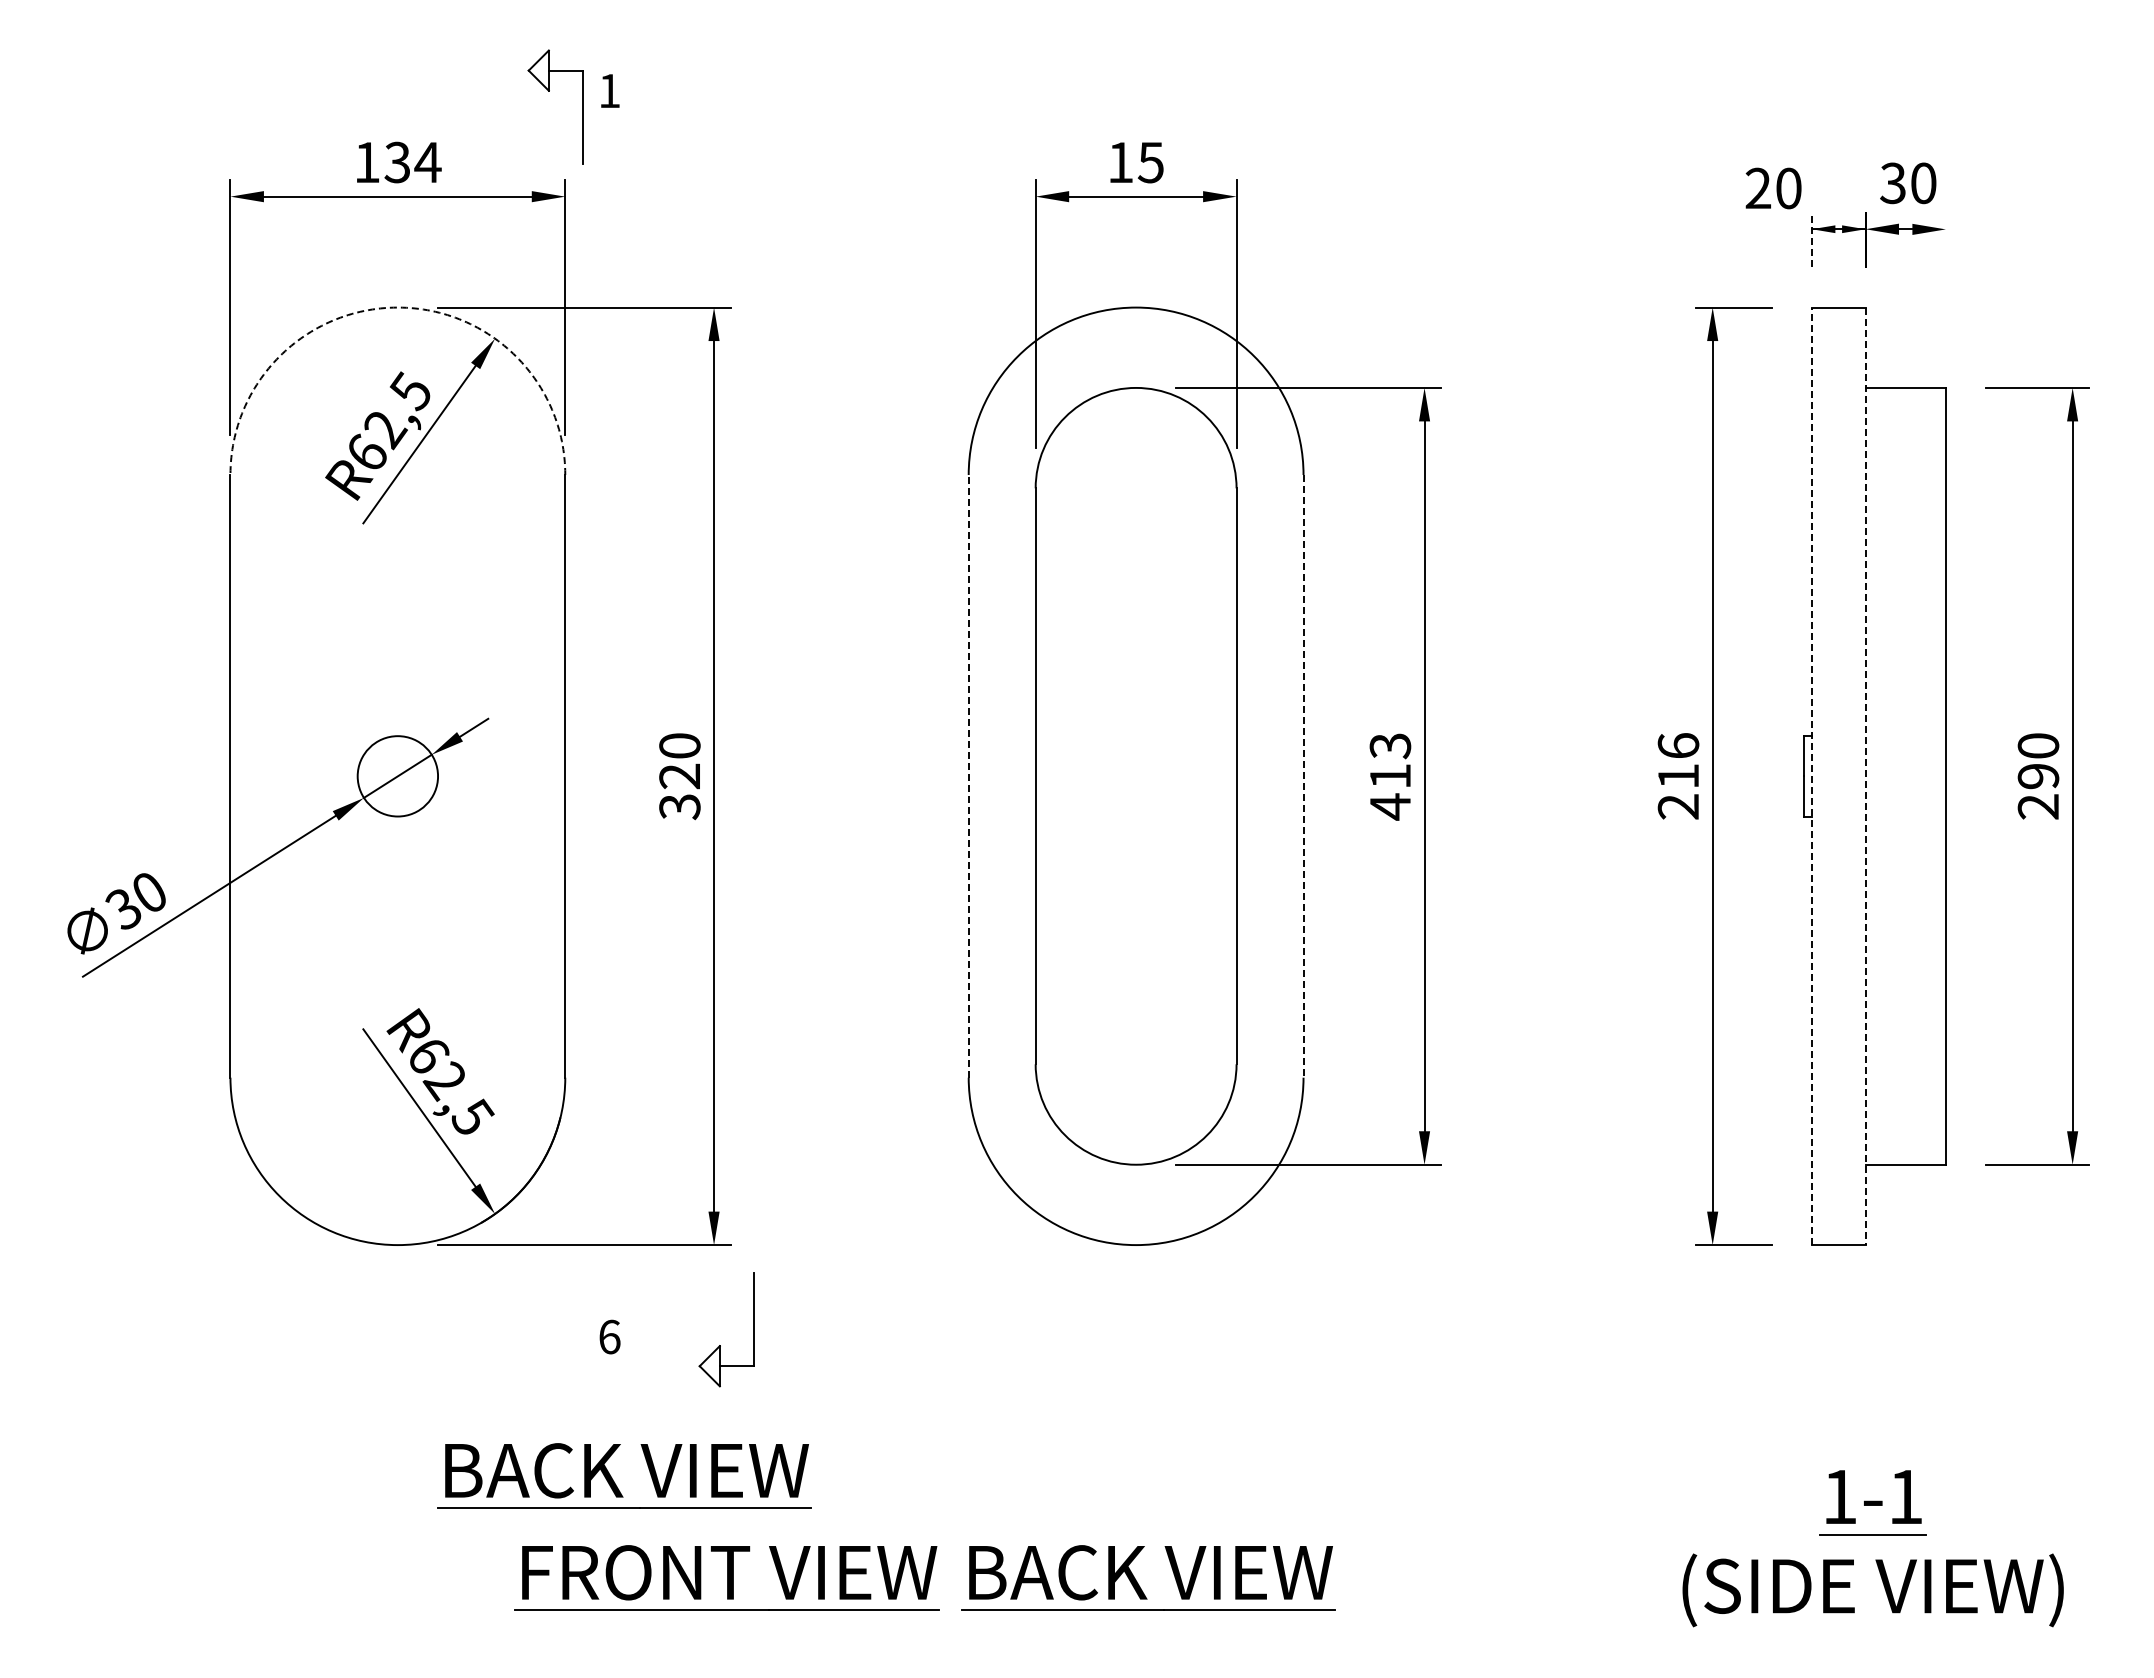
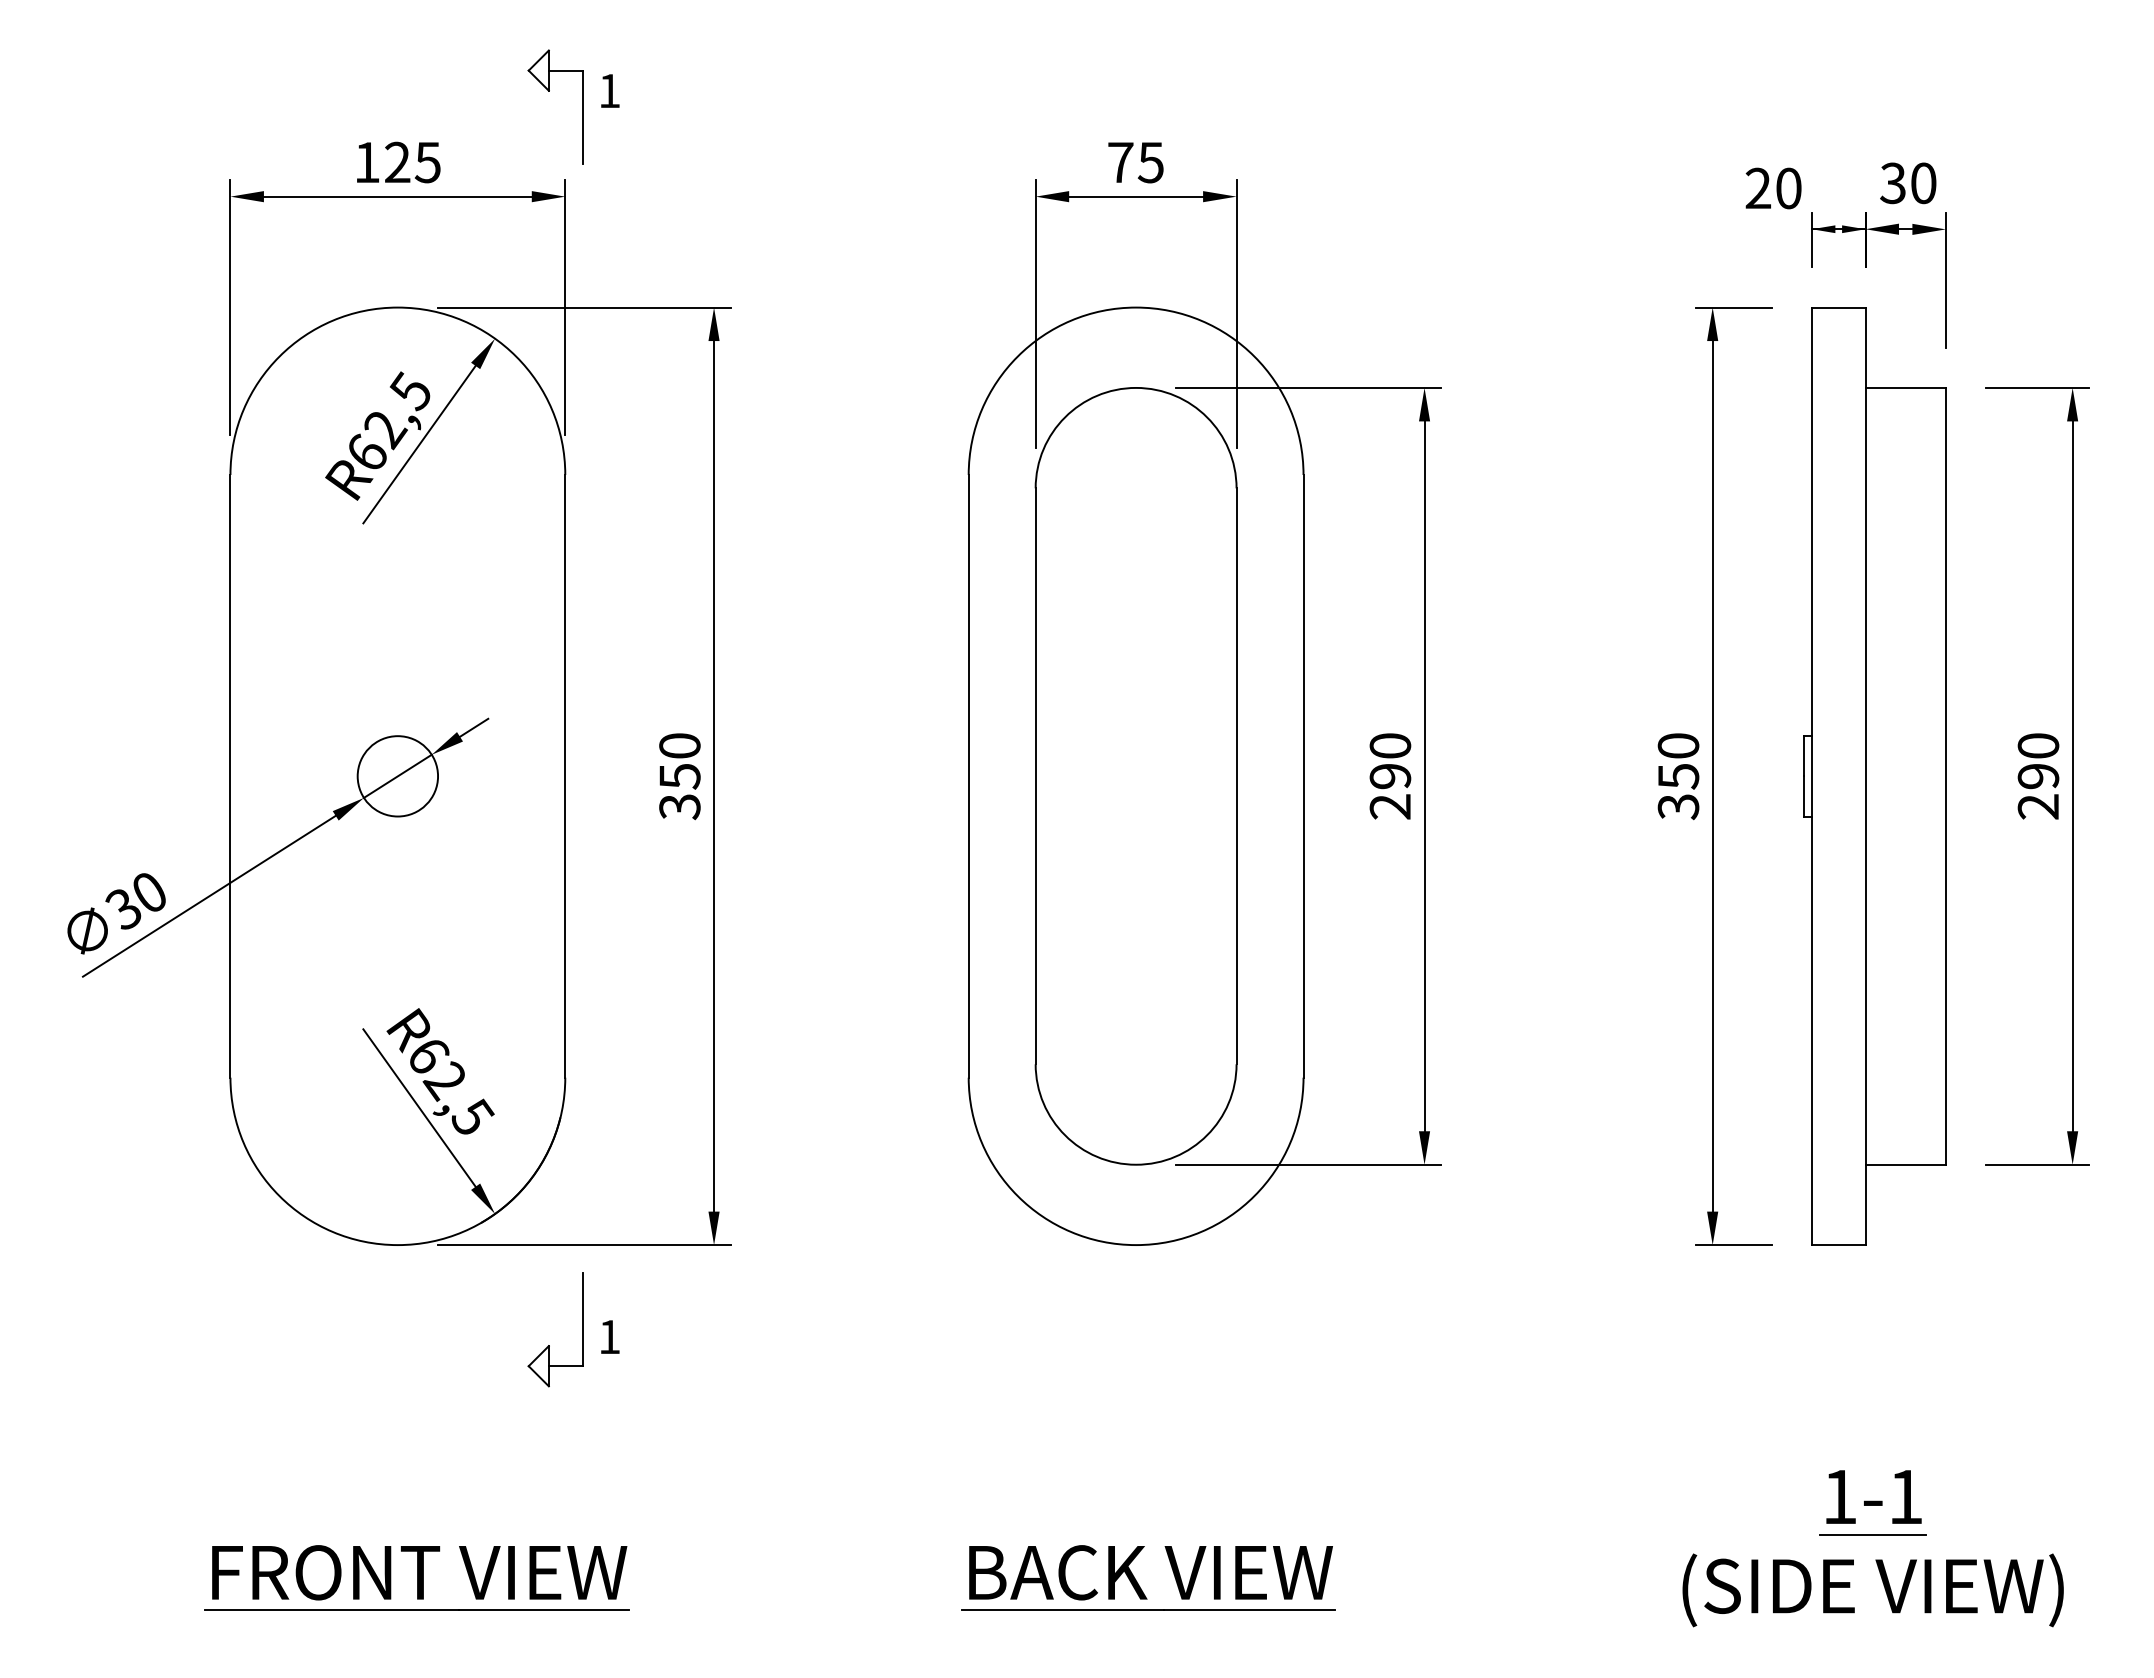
text at (412, 162): 134 -> 125
text at (1120, 162): 15 -> 75
line at (1811, 239): dashed -> solid
line at (1945, 279): none -> present
arc at (397, 307): dashed -> solid
line at (968, 775): dashed -> solid
text at (679, 776): 320 -> 350
line at (1303, 776): dashed -> solid
text at (1390, 776): 413 -> 290
text at (1678, 776): 216 -> 350
line at (1811, 776): dashed -> solid
line at (1865, 776): dashed -> solid
text at (609, 1336): 6 -> 1
part at (720, 1345) position: (720, 1345) -> (549, 1345)
part at (614, 1481): present -> none
part at (726, 1577) position: (726, 1577) -> (416, 1577)
